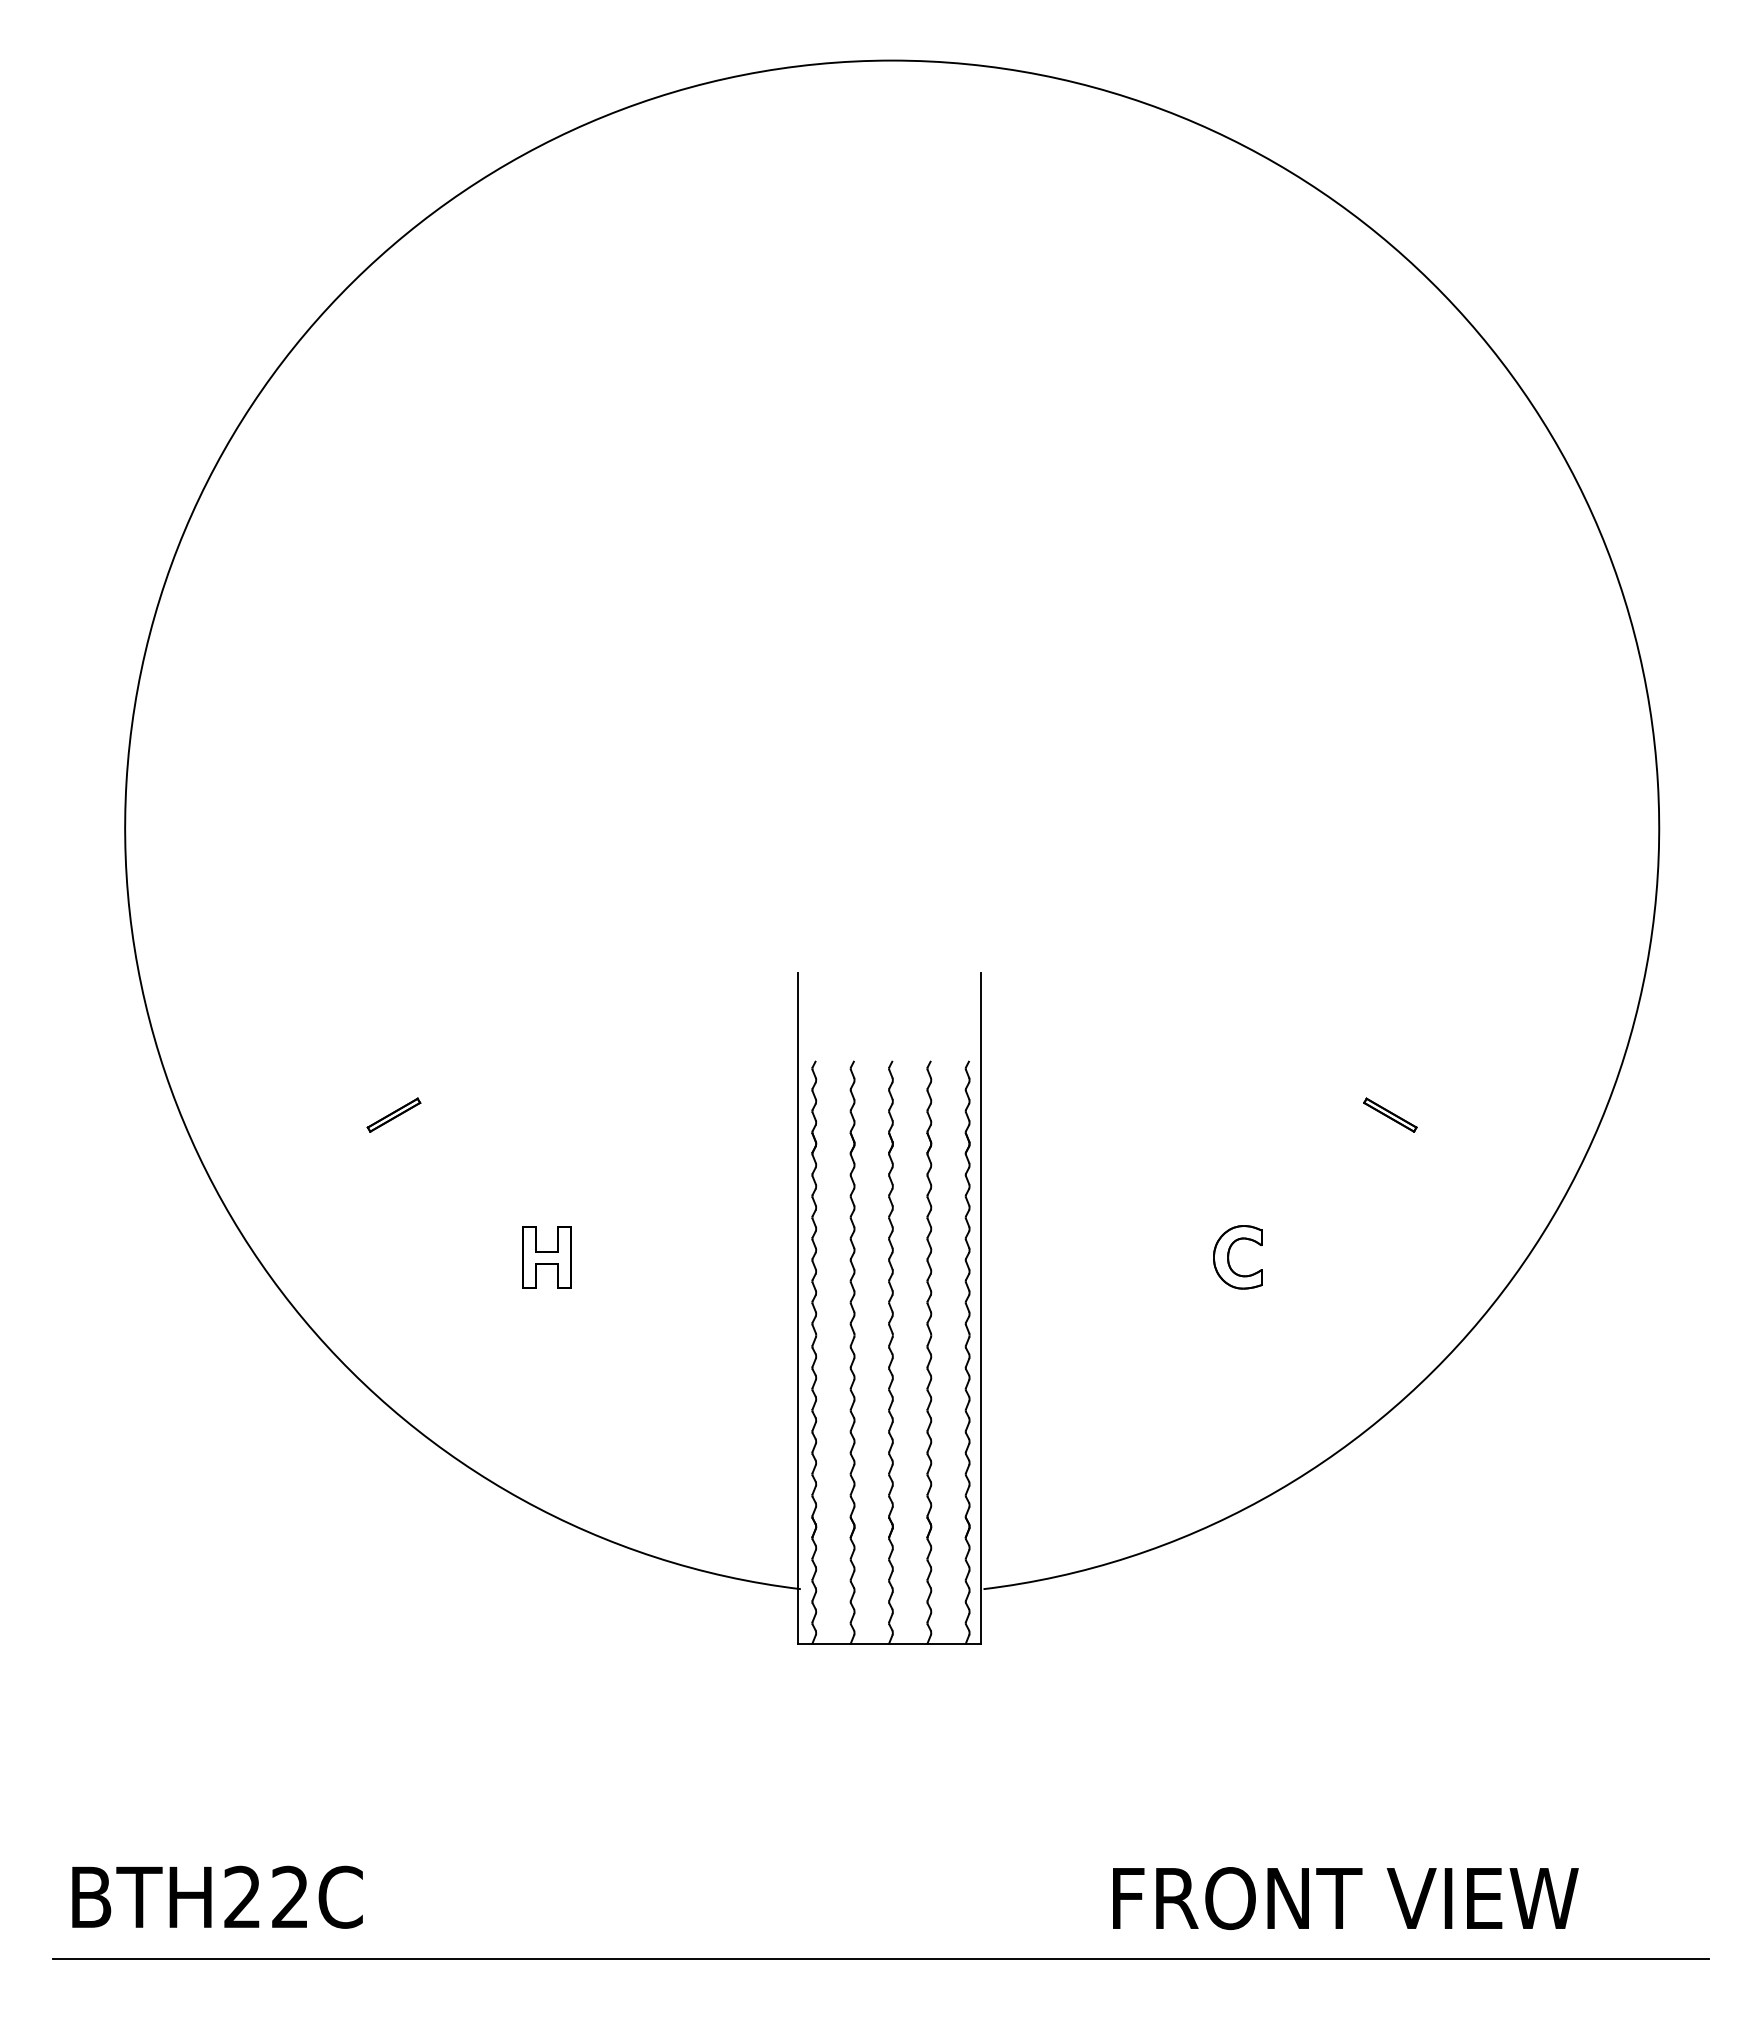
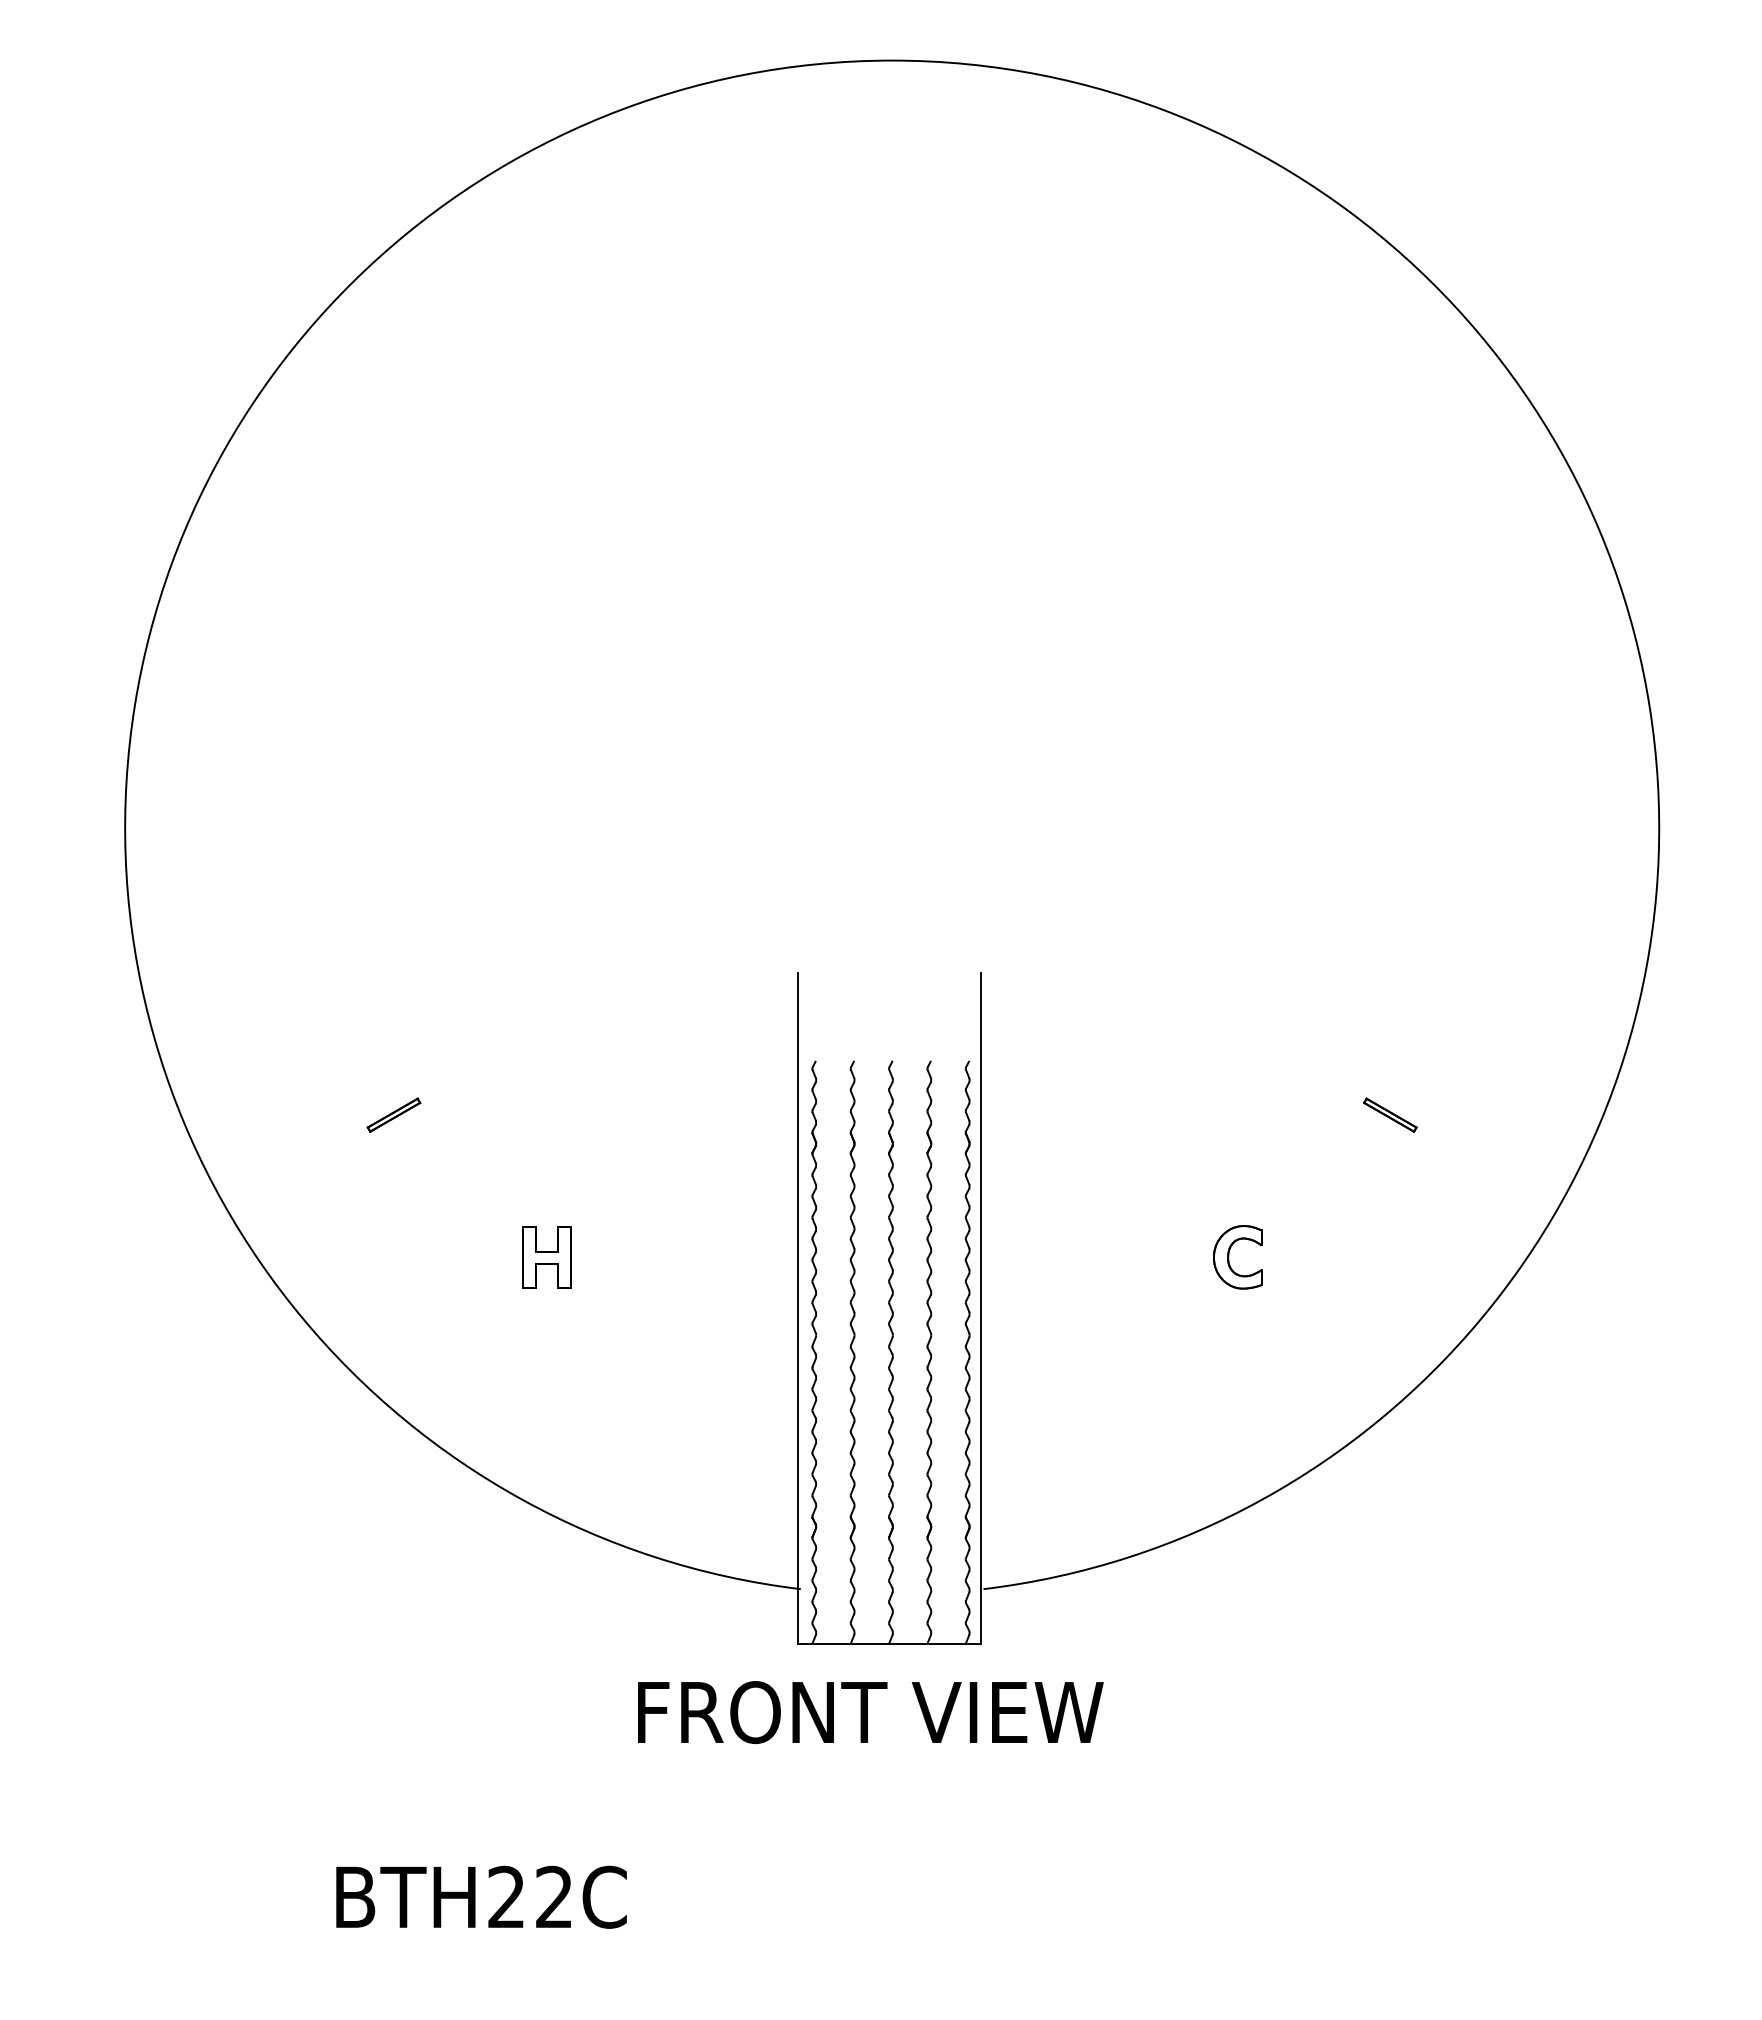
text at (217, 1896) position: (217, 1896) -> (481, 1896)
text at (1345, 1898) position: (1345, 1898) -> (870, 1712)
line at (880, 1959): present -> none
